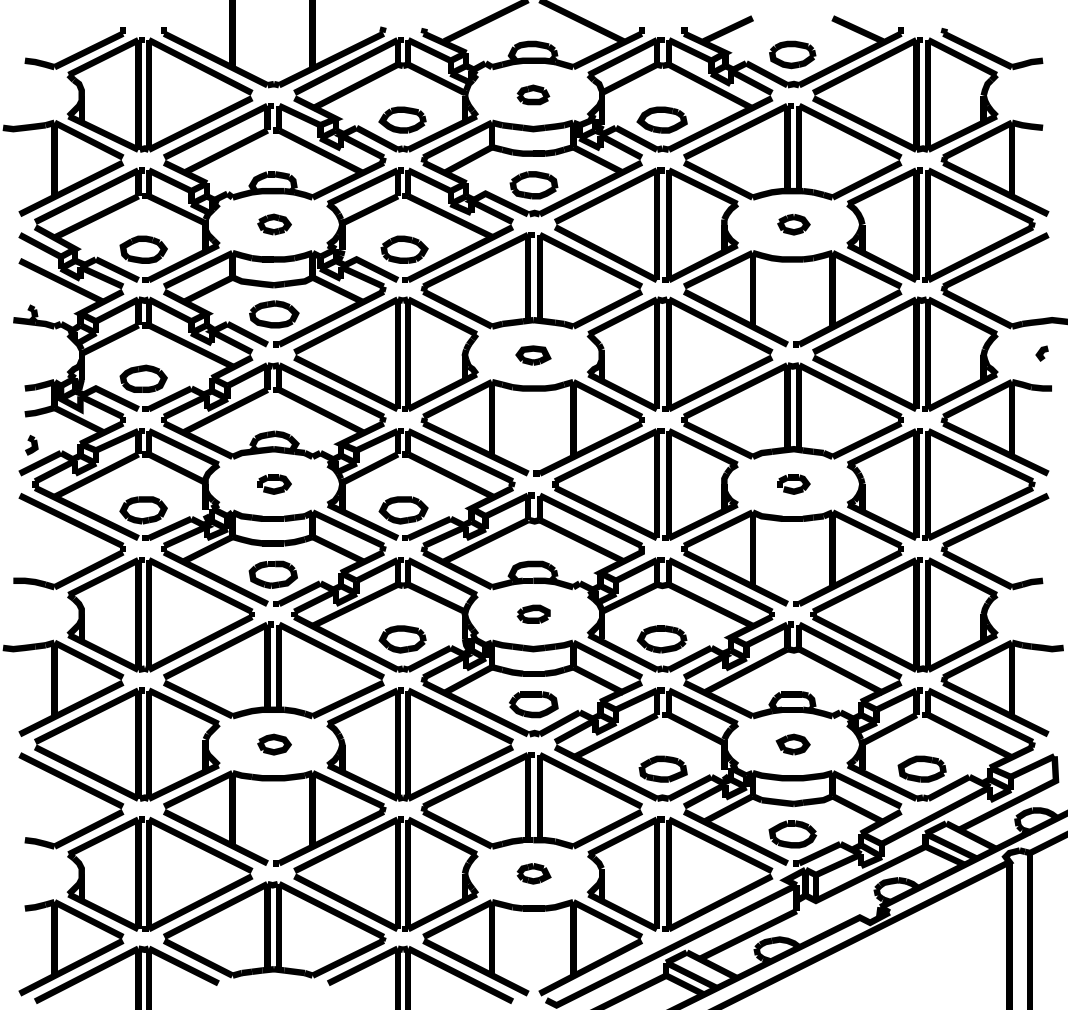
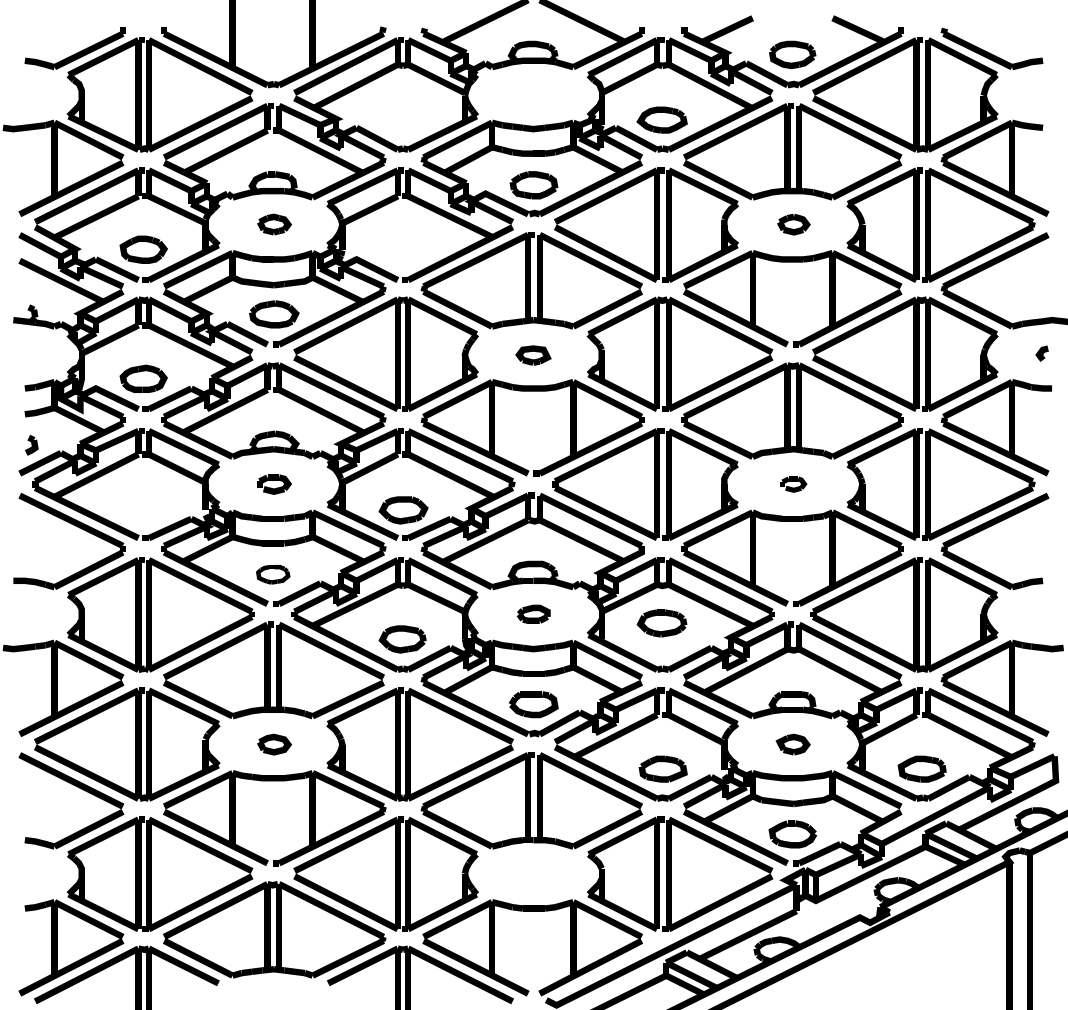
part at (533, 94): present -> none
part at (402, 119): present -> none
part at (404, 249): present -> none
part at (793, 484) size: 34x21 px -> 28x17 px
part at (143, 510): present -> none
part at (272, 574) size: 50x29 px -> 35x20 px
part at (661, 639) position: (661, 639) -> (661, 623)
part at (533, 873): present -> none
